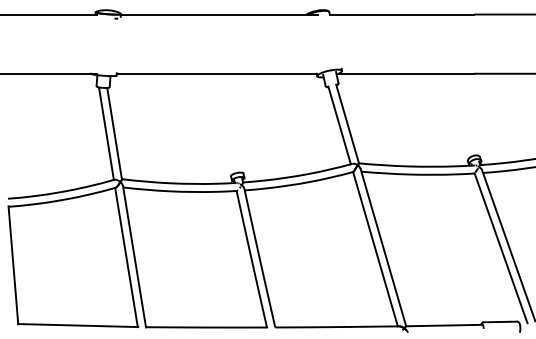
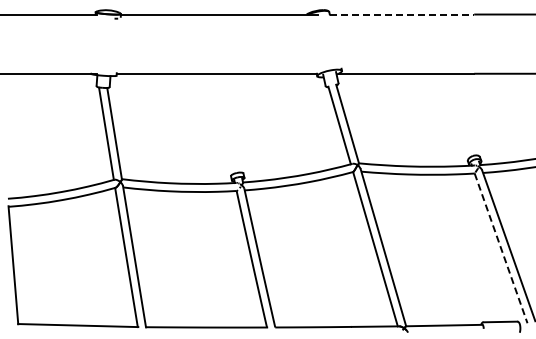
line at (402, 14): solid -> dashed
line at (501, 248): solid -> dashed
